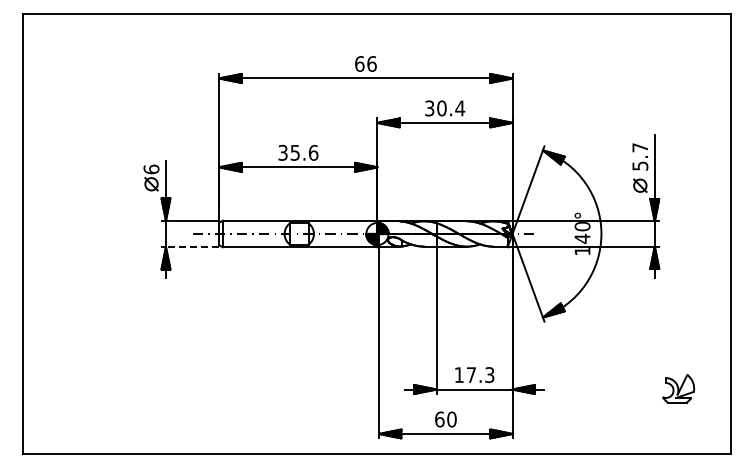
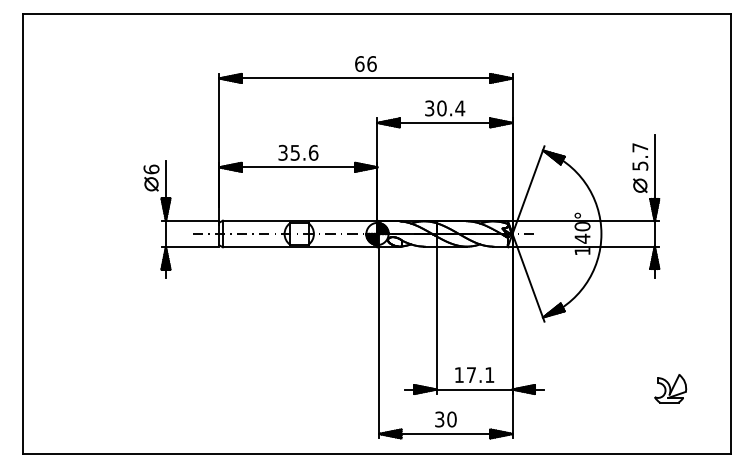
line at (192, 247): dashed -> solid
text at (489, 375): 17.3 -> 17.1
part at (678, 388) position: (678, 388) -> (670, 388)
text at (439, 419): 60 -> 30
